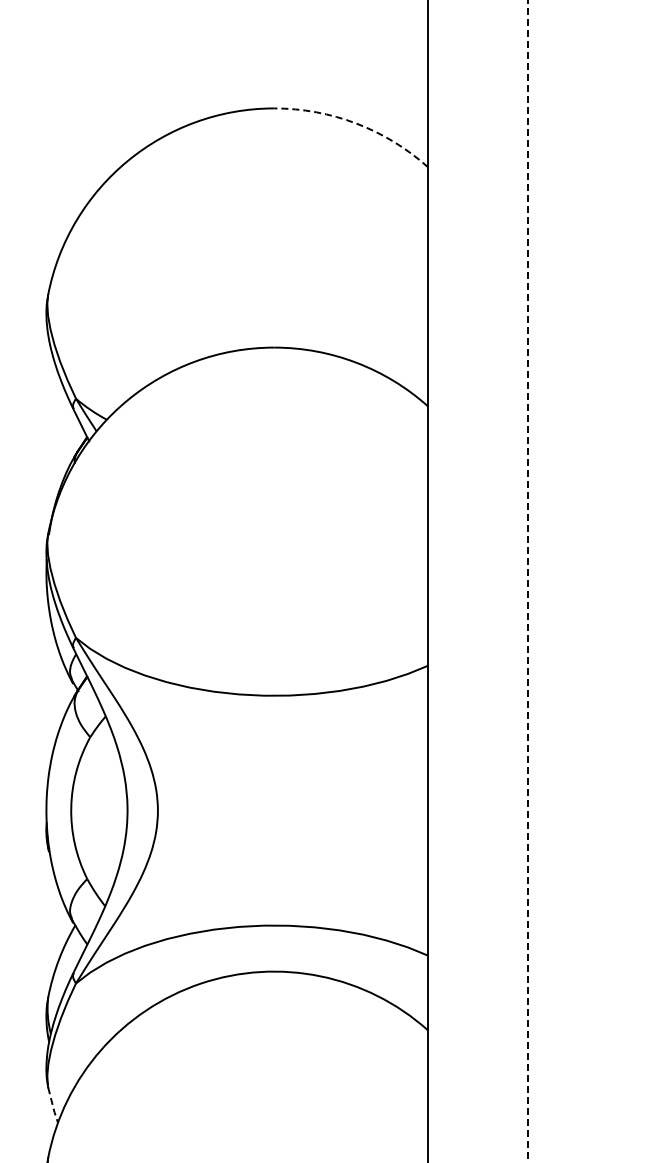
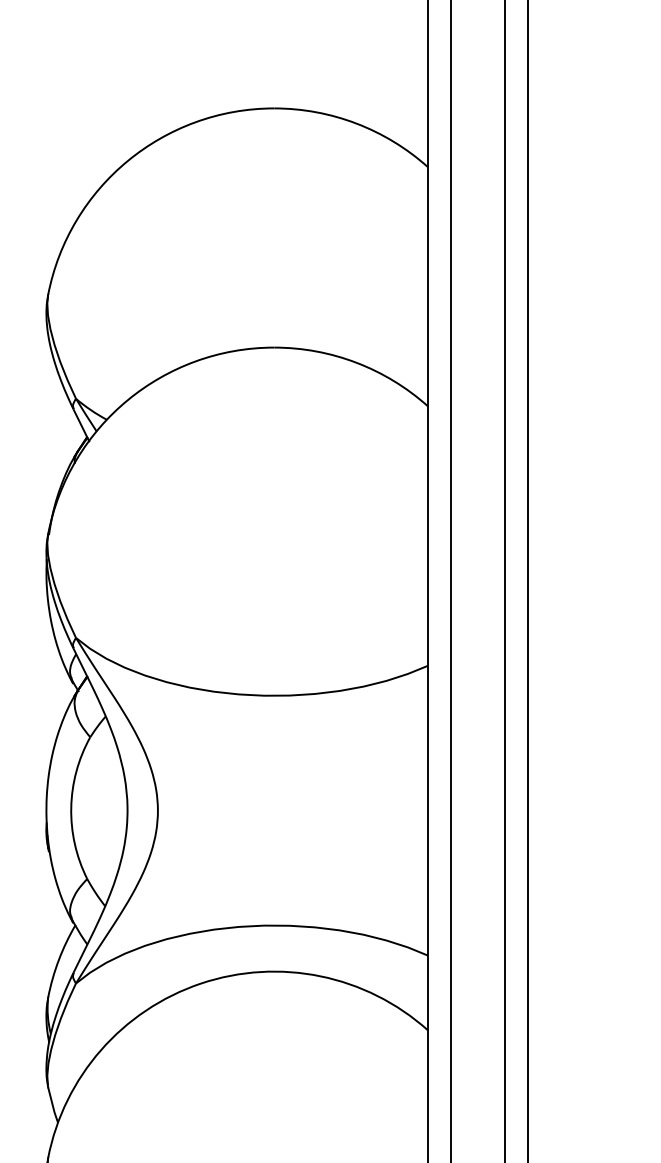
arc at (356, 123): dashed -> solid
line at (450, 580): none -> present
line at (504, 580): none -> present
line at (527, 581): dashed -> solid
line at (53, 1106): dashed -> solid
